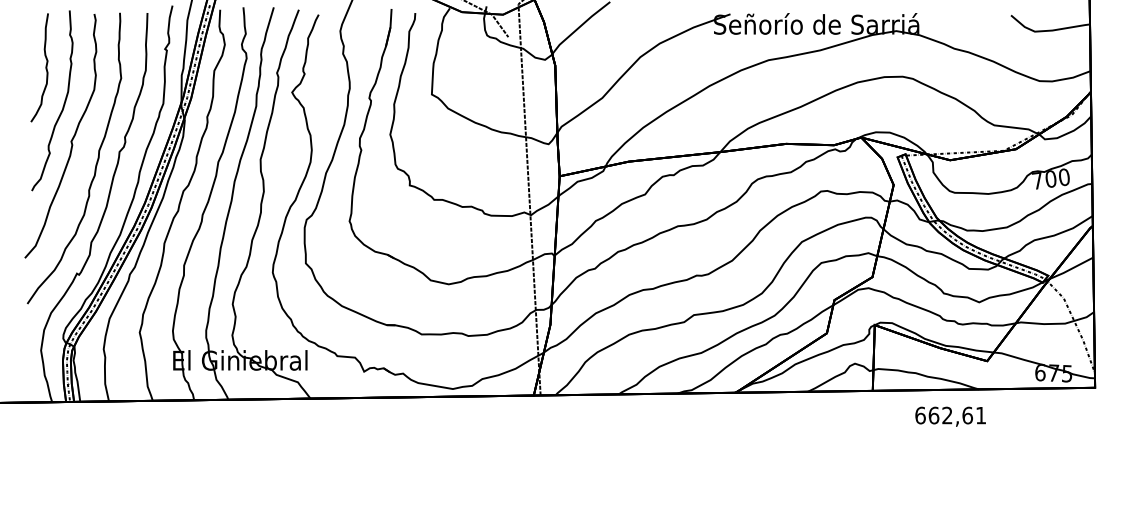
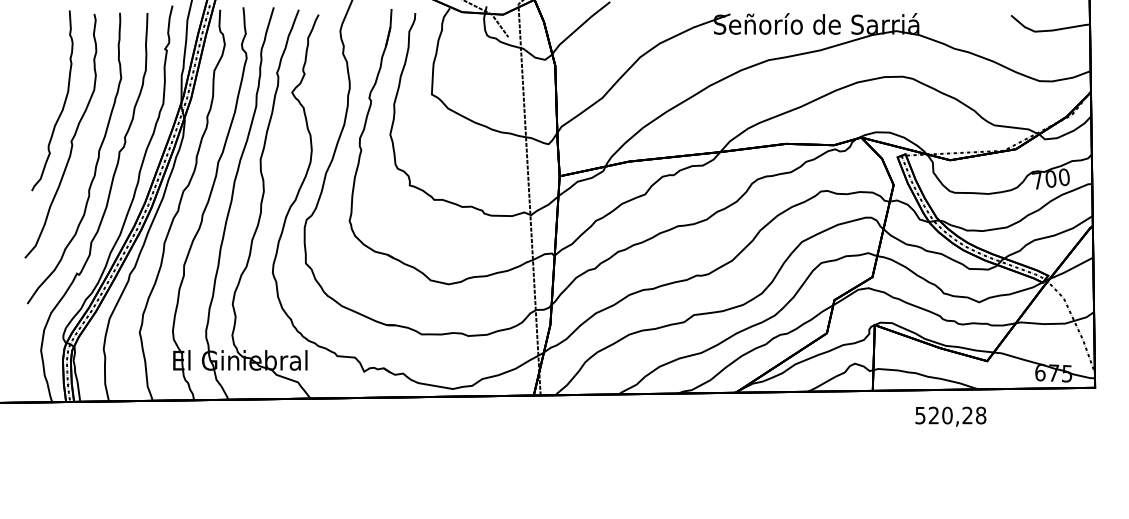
curve at (45, 67): present -> none
text at (950, 415): 662,61 -> 520,28
